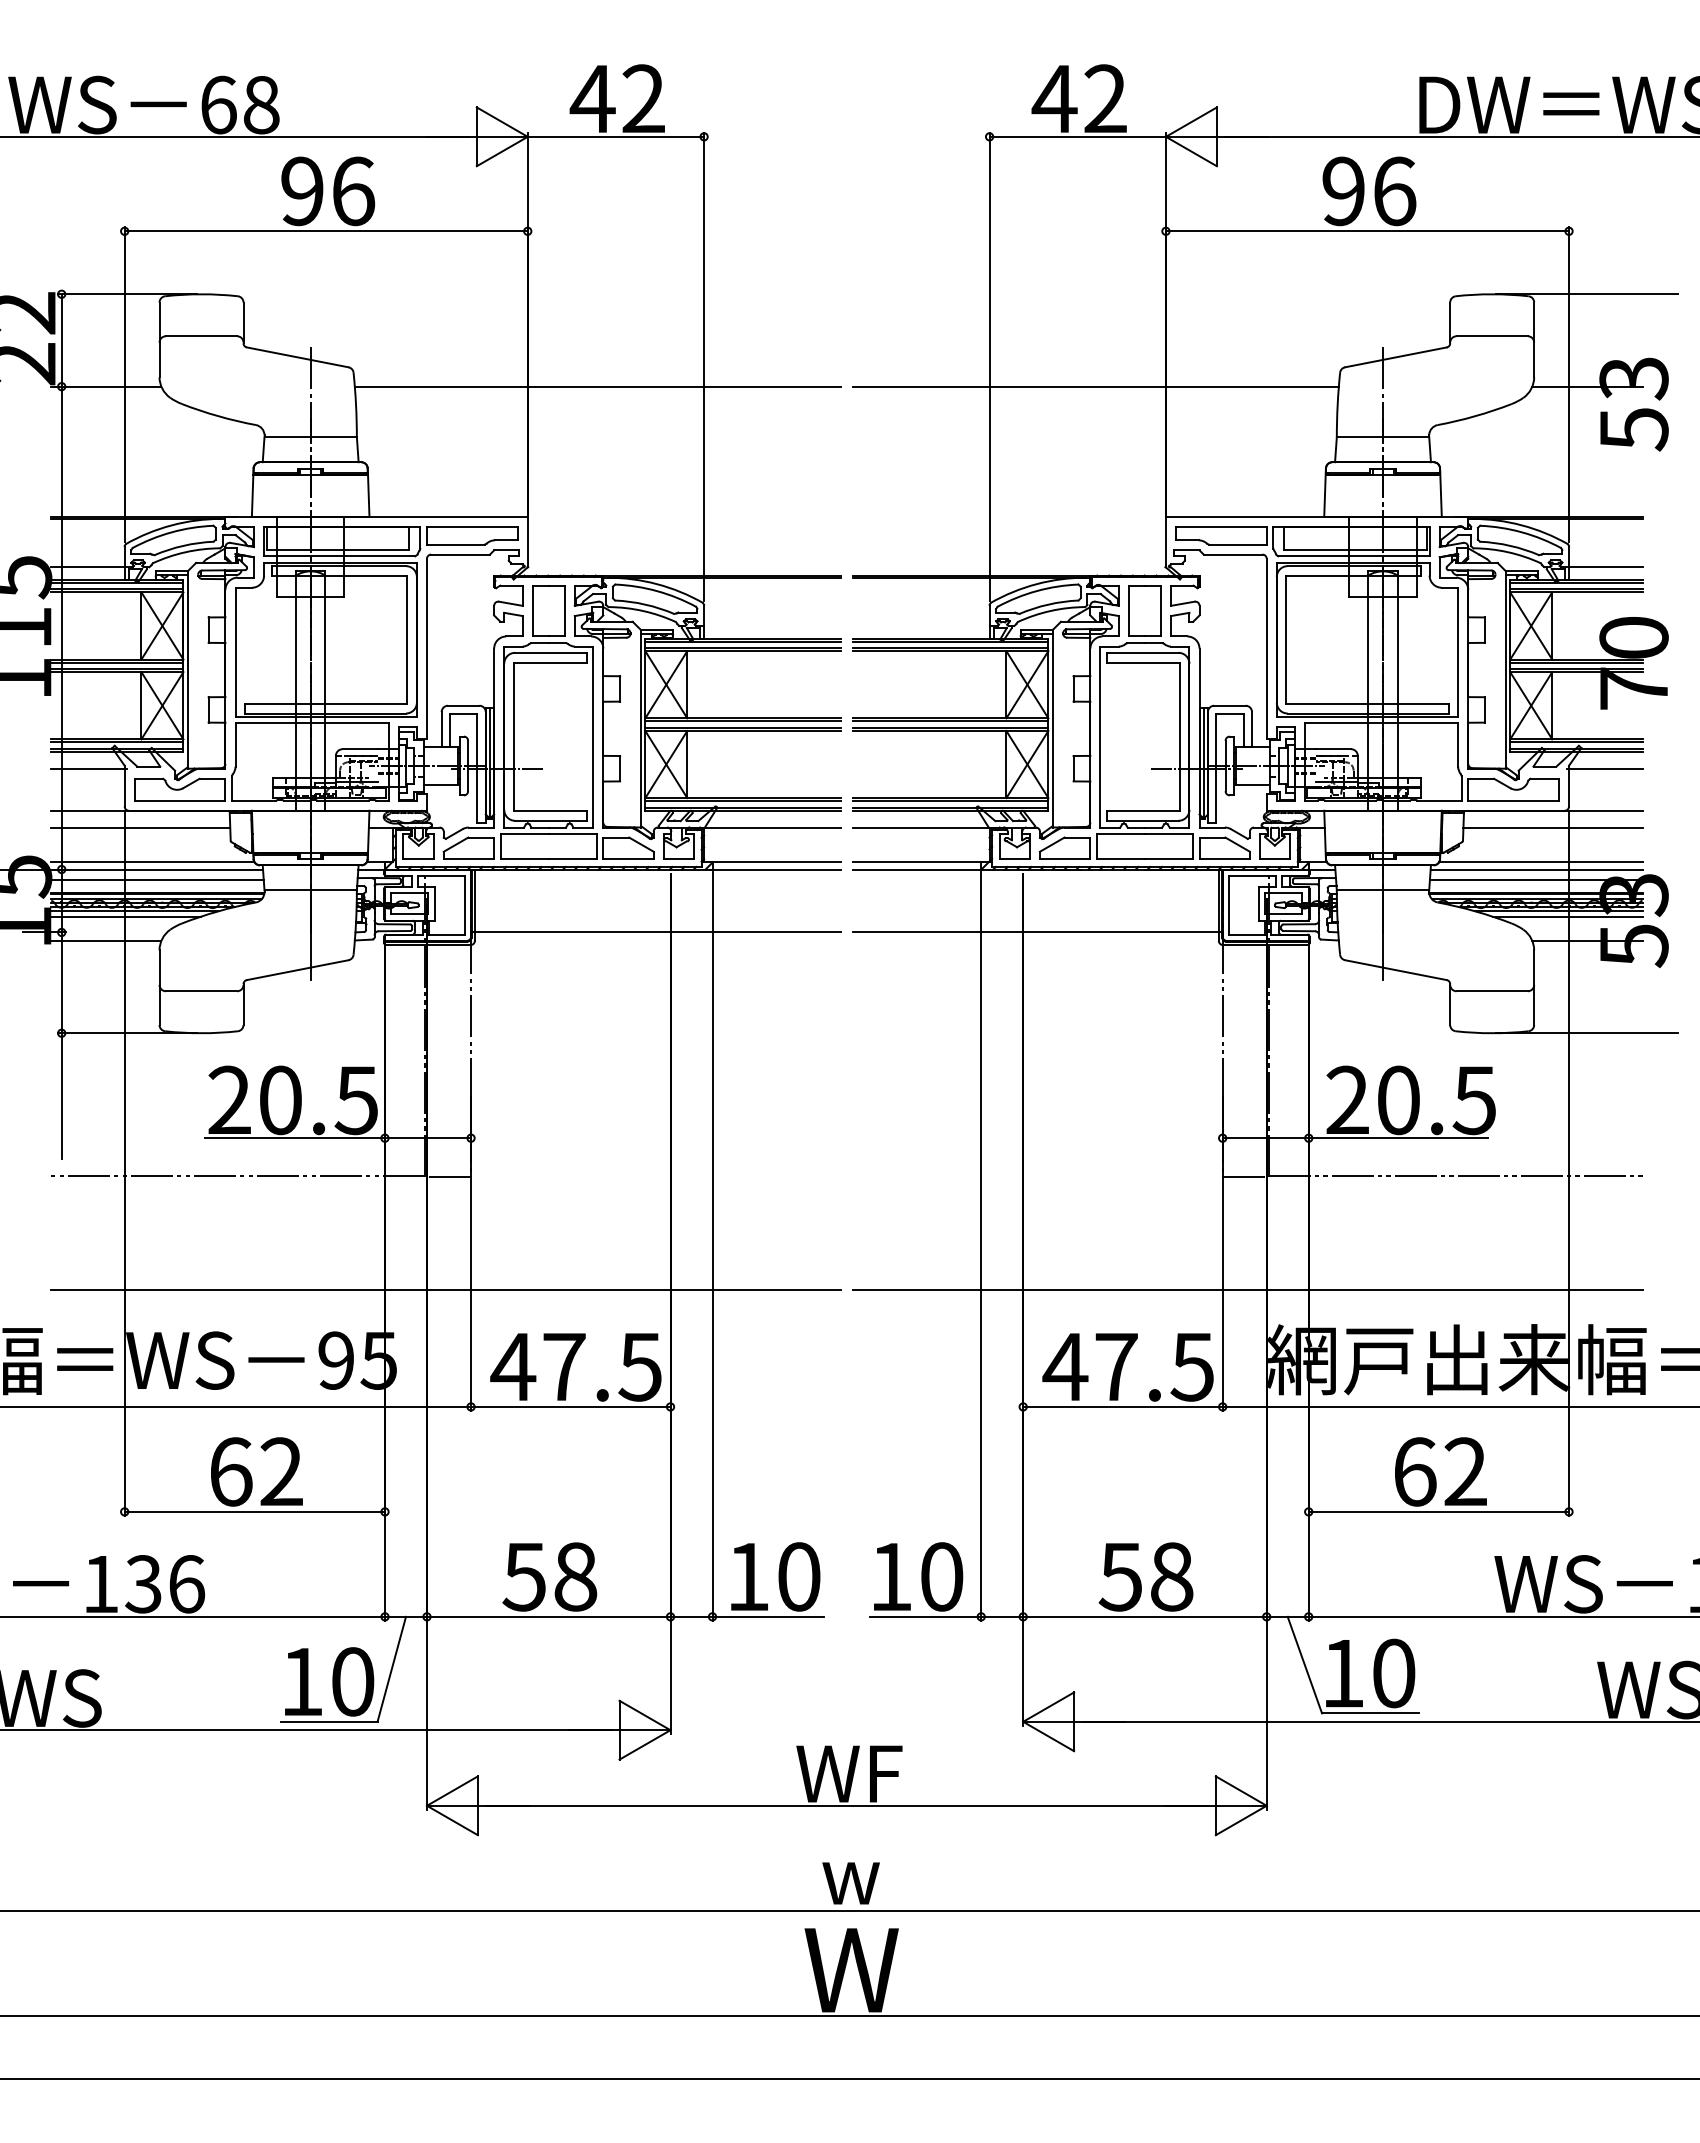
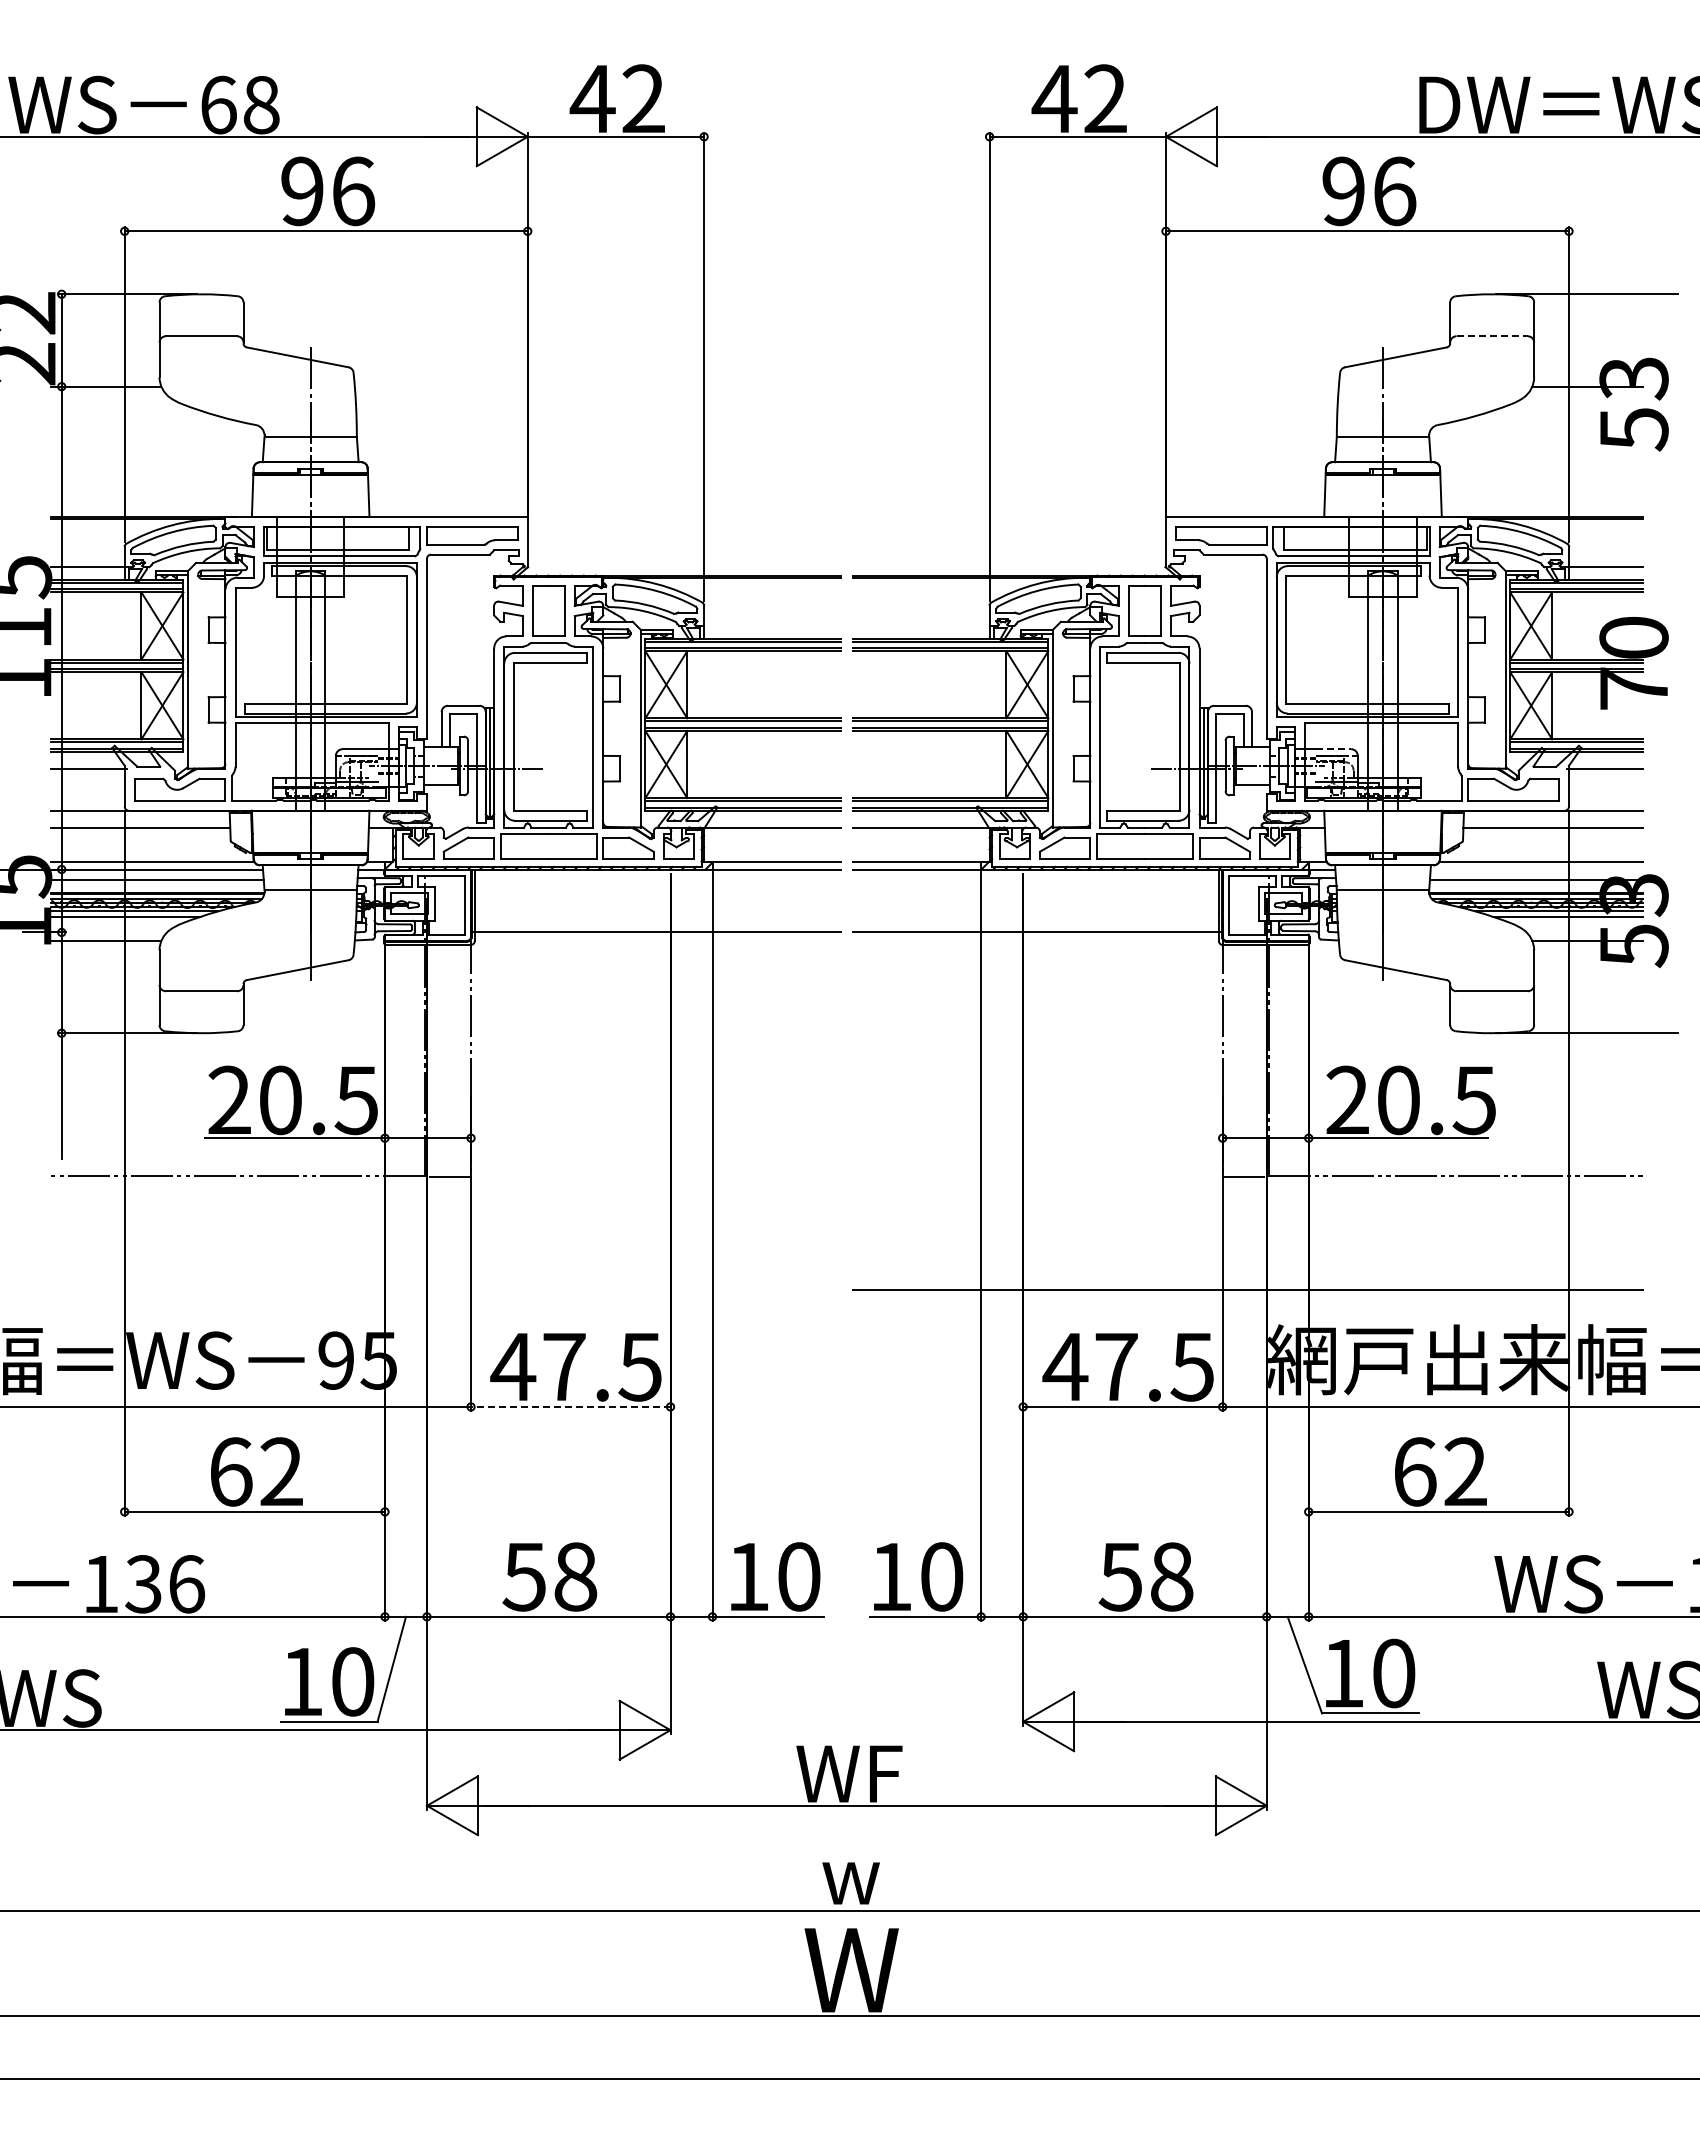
line at (1492, 336): solid -> dashed
line at (597, 386): present -> none
line at (1095, 386): present -> none
line at (1333, 749): solid -> dashed
line at (1536, 869): present -> none
line at (445, 1289): present -> none
line at (570, 1406): solid -> dashed
